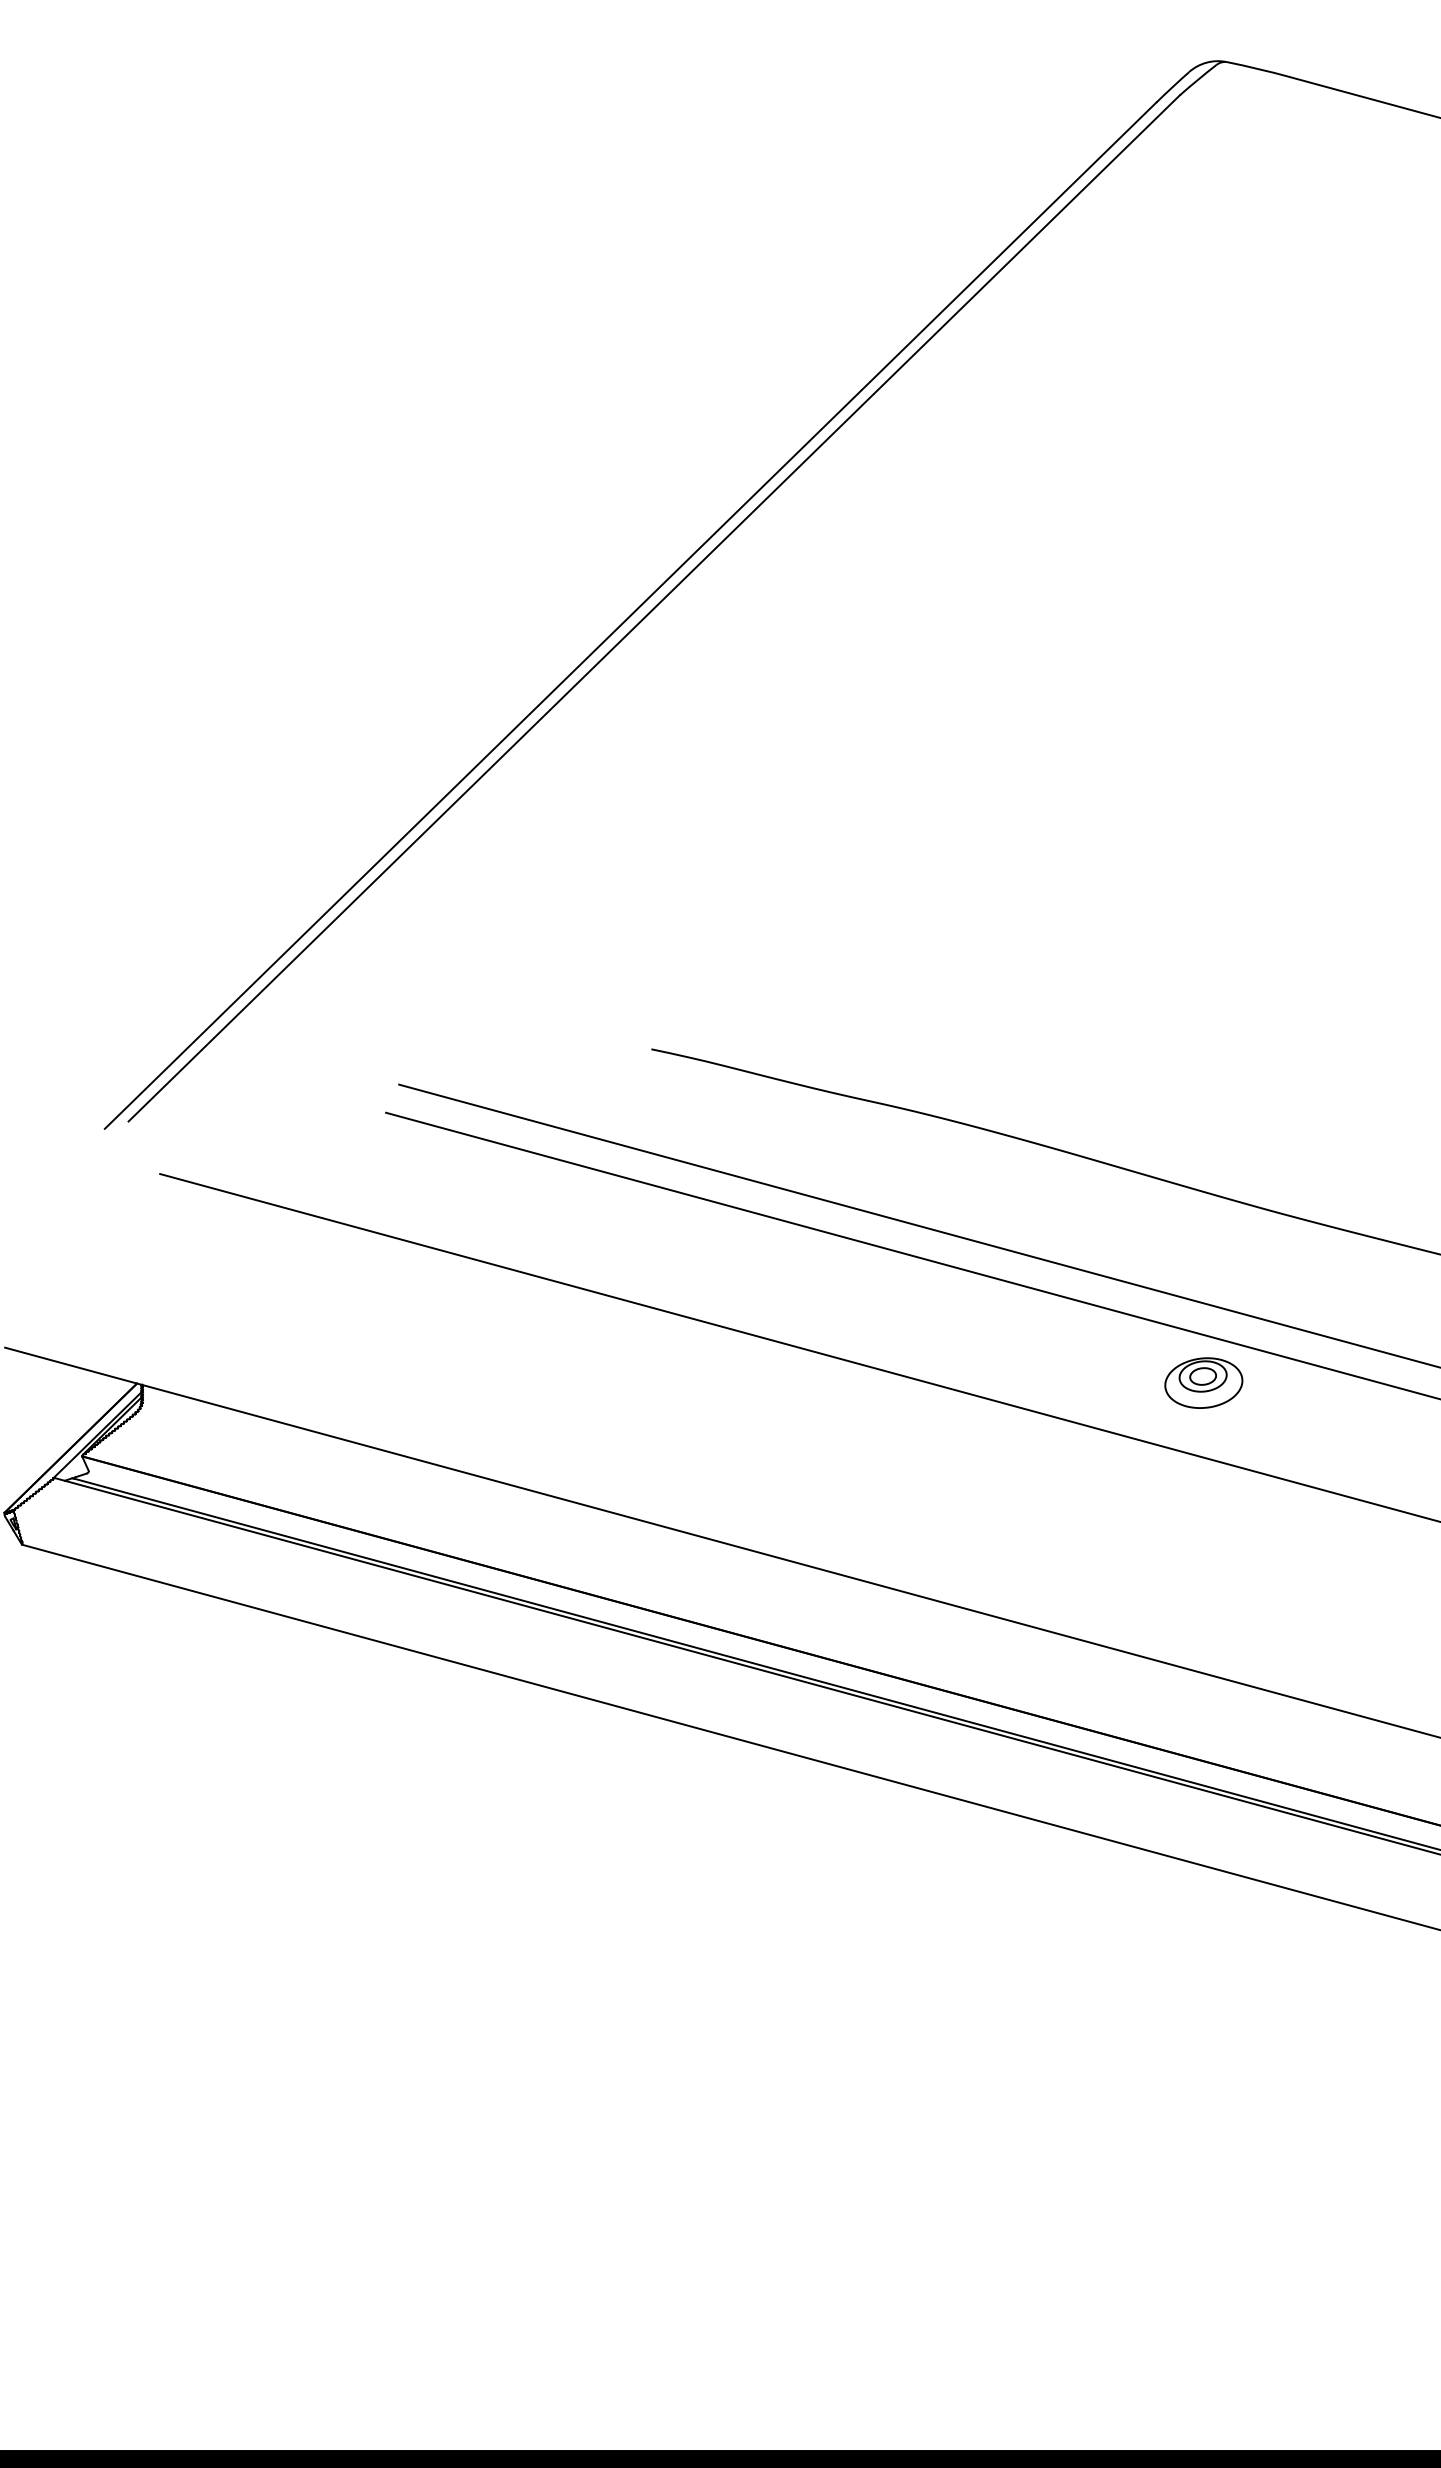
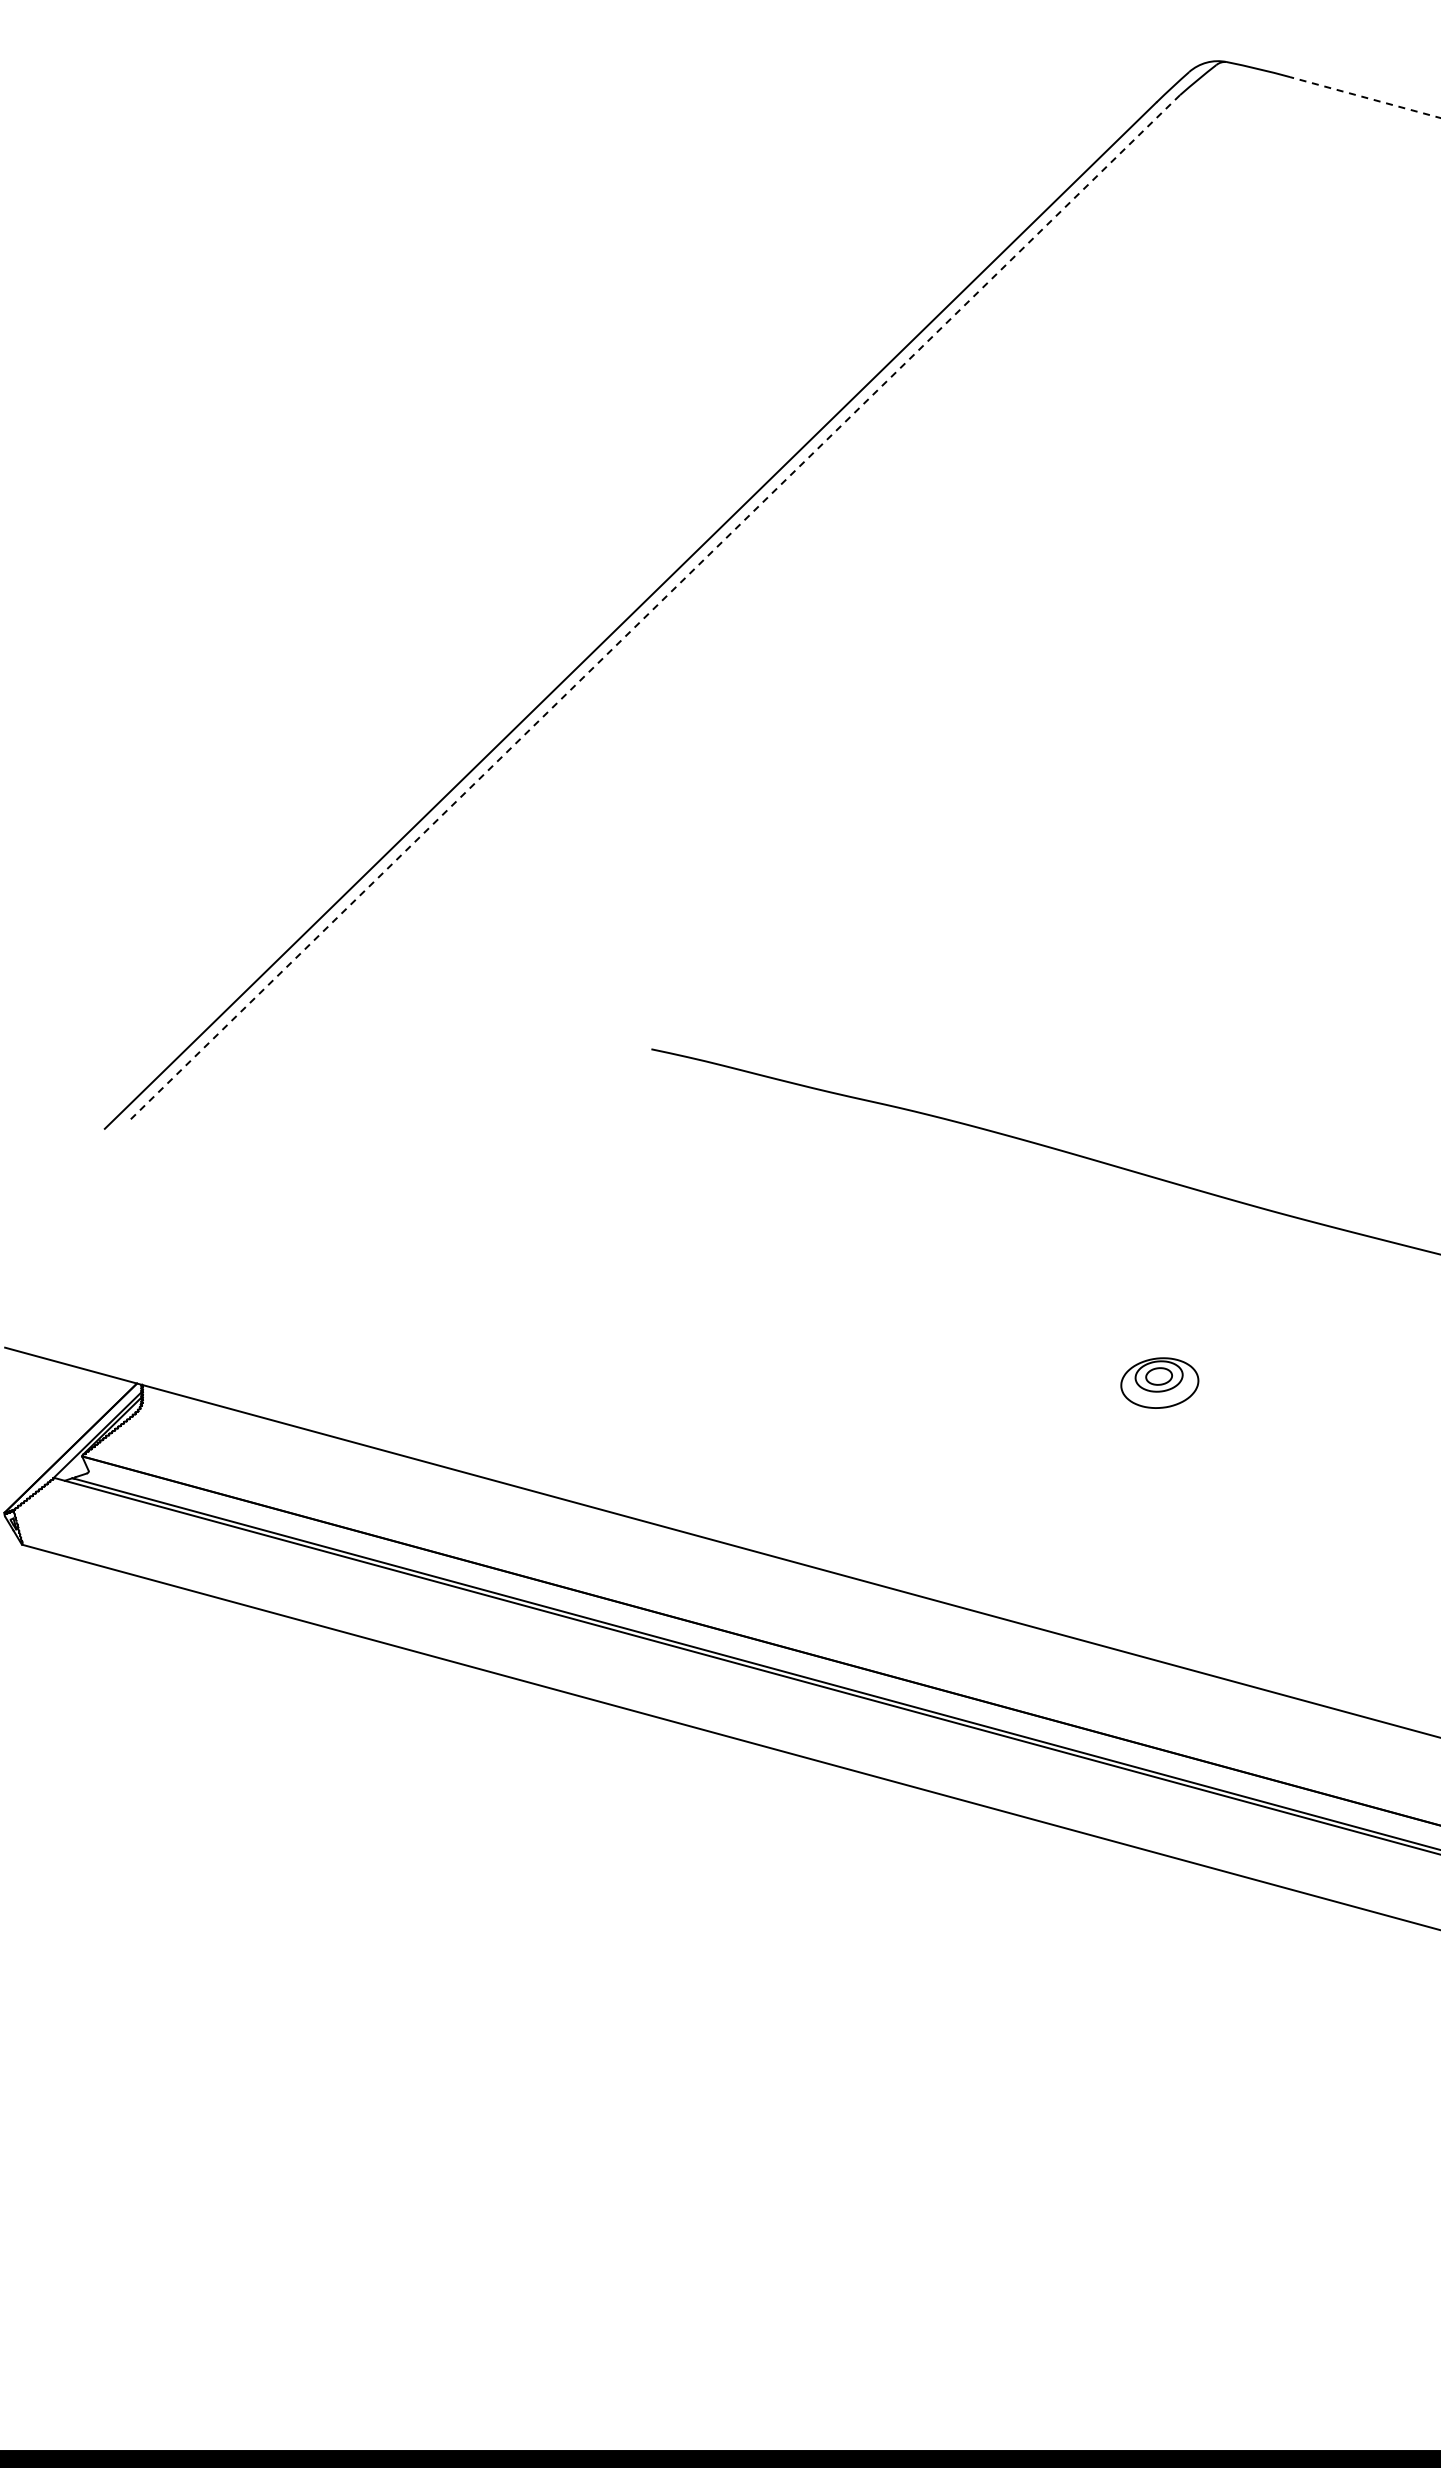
line at (1365, 97): solid -> dashed
line at (654, 608): solid -> dashed
line at (918, 1225): present -> none
line at (911, 1255): present -> none
line at (798, 1347): present -> none
part at (1203, 1382) position: (1203, 1382) -> (1159, 1382)
